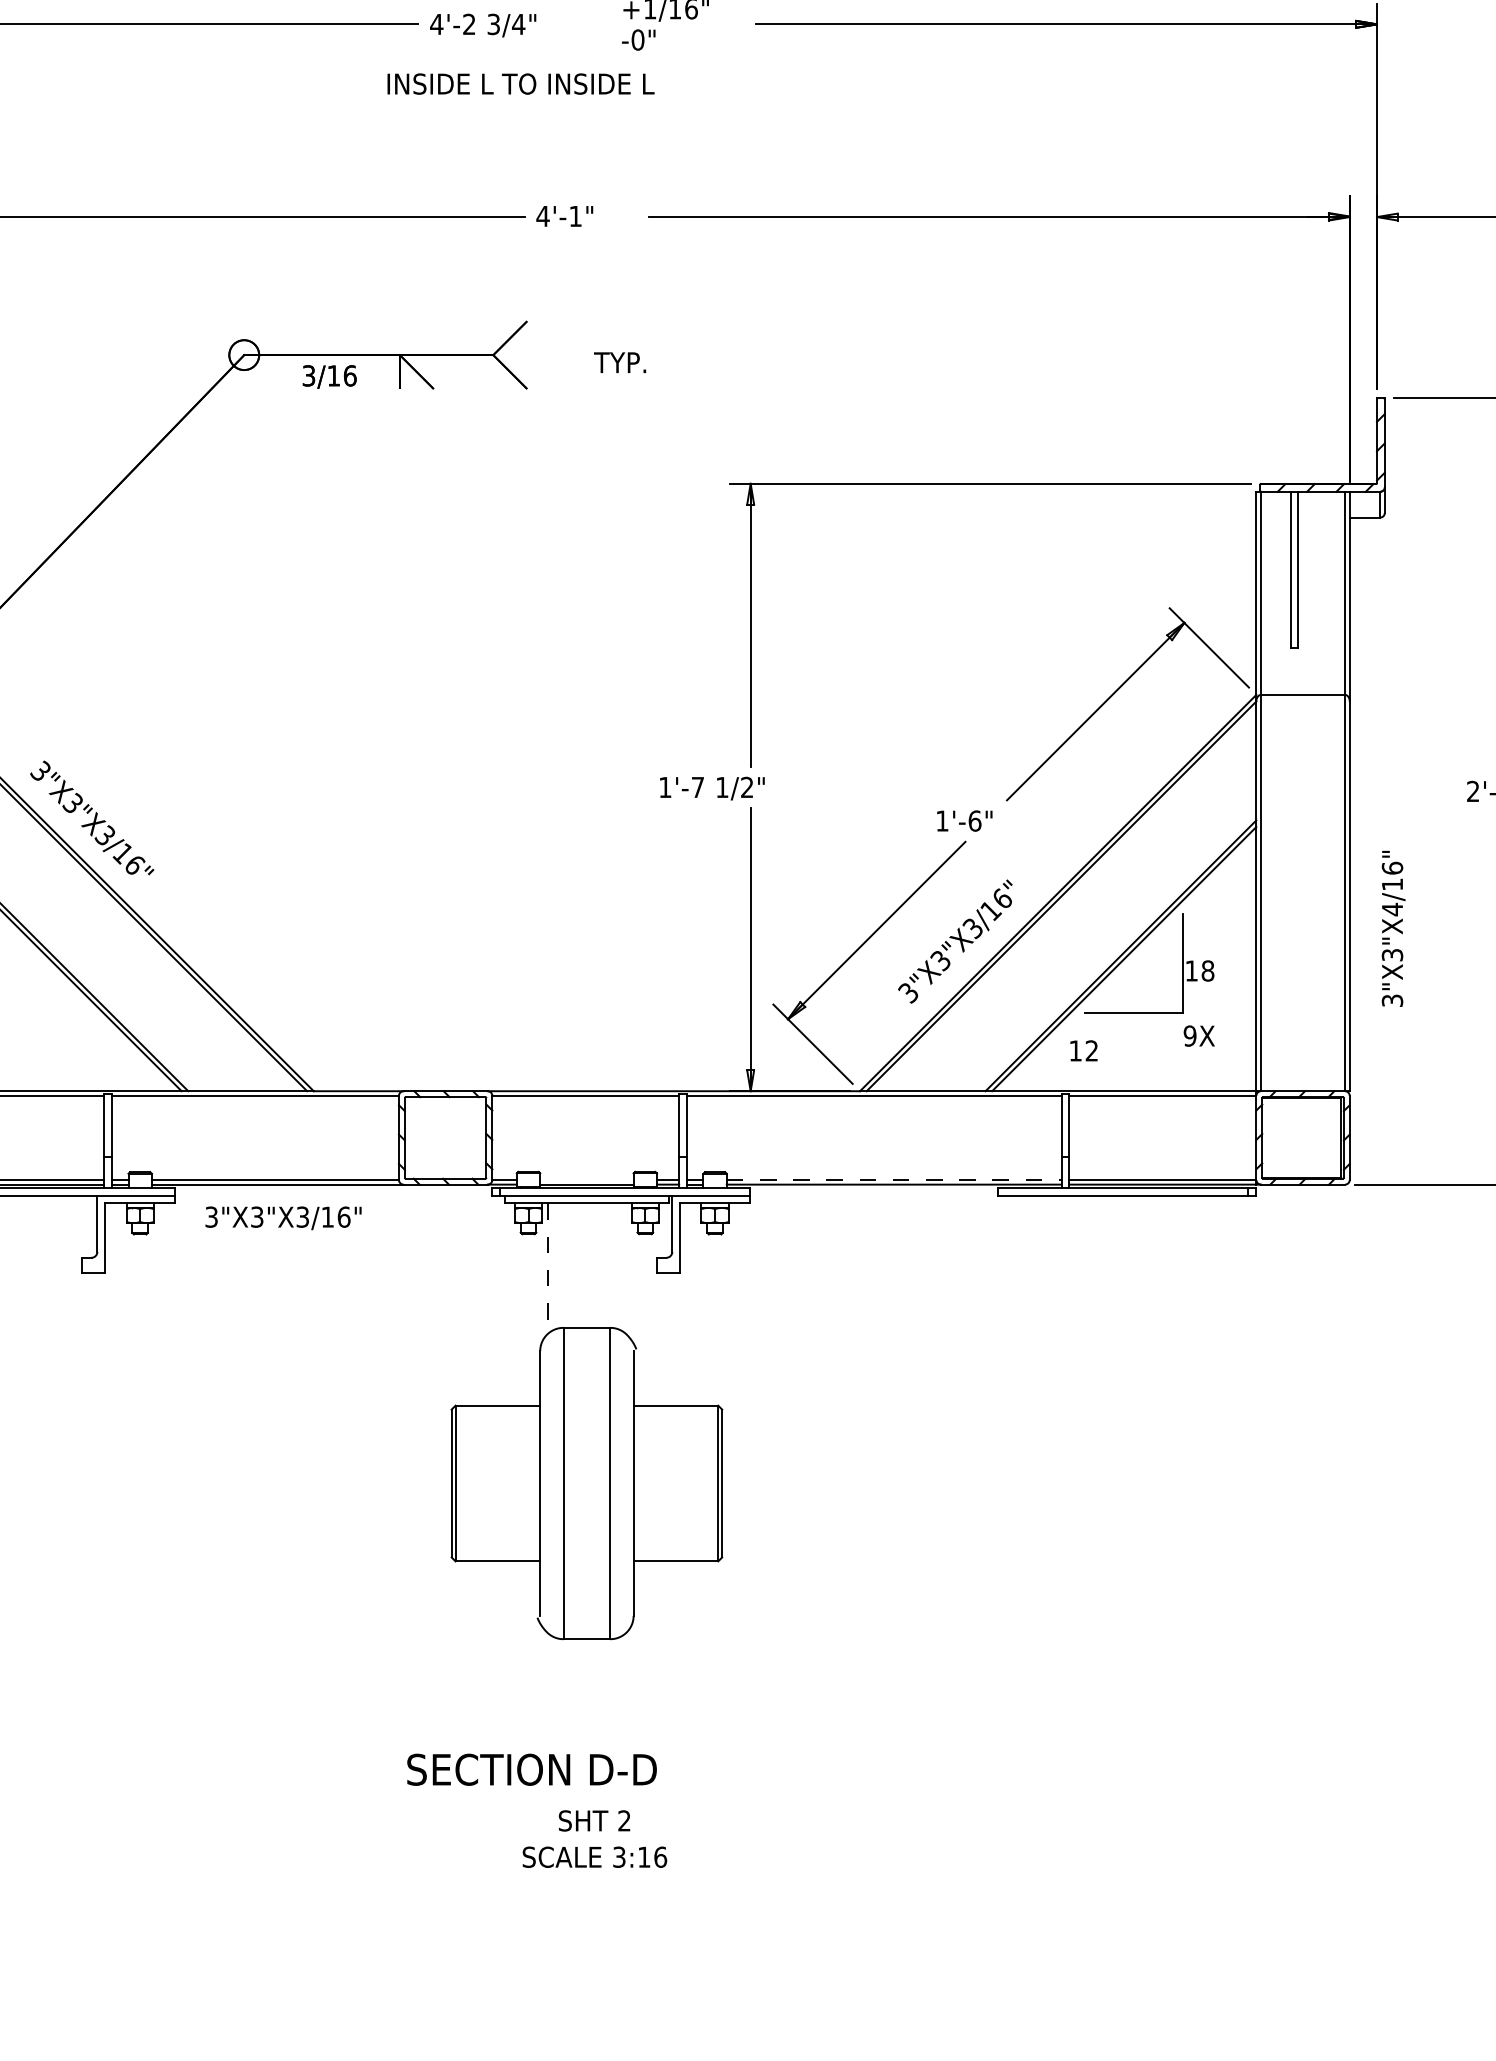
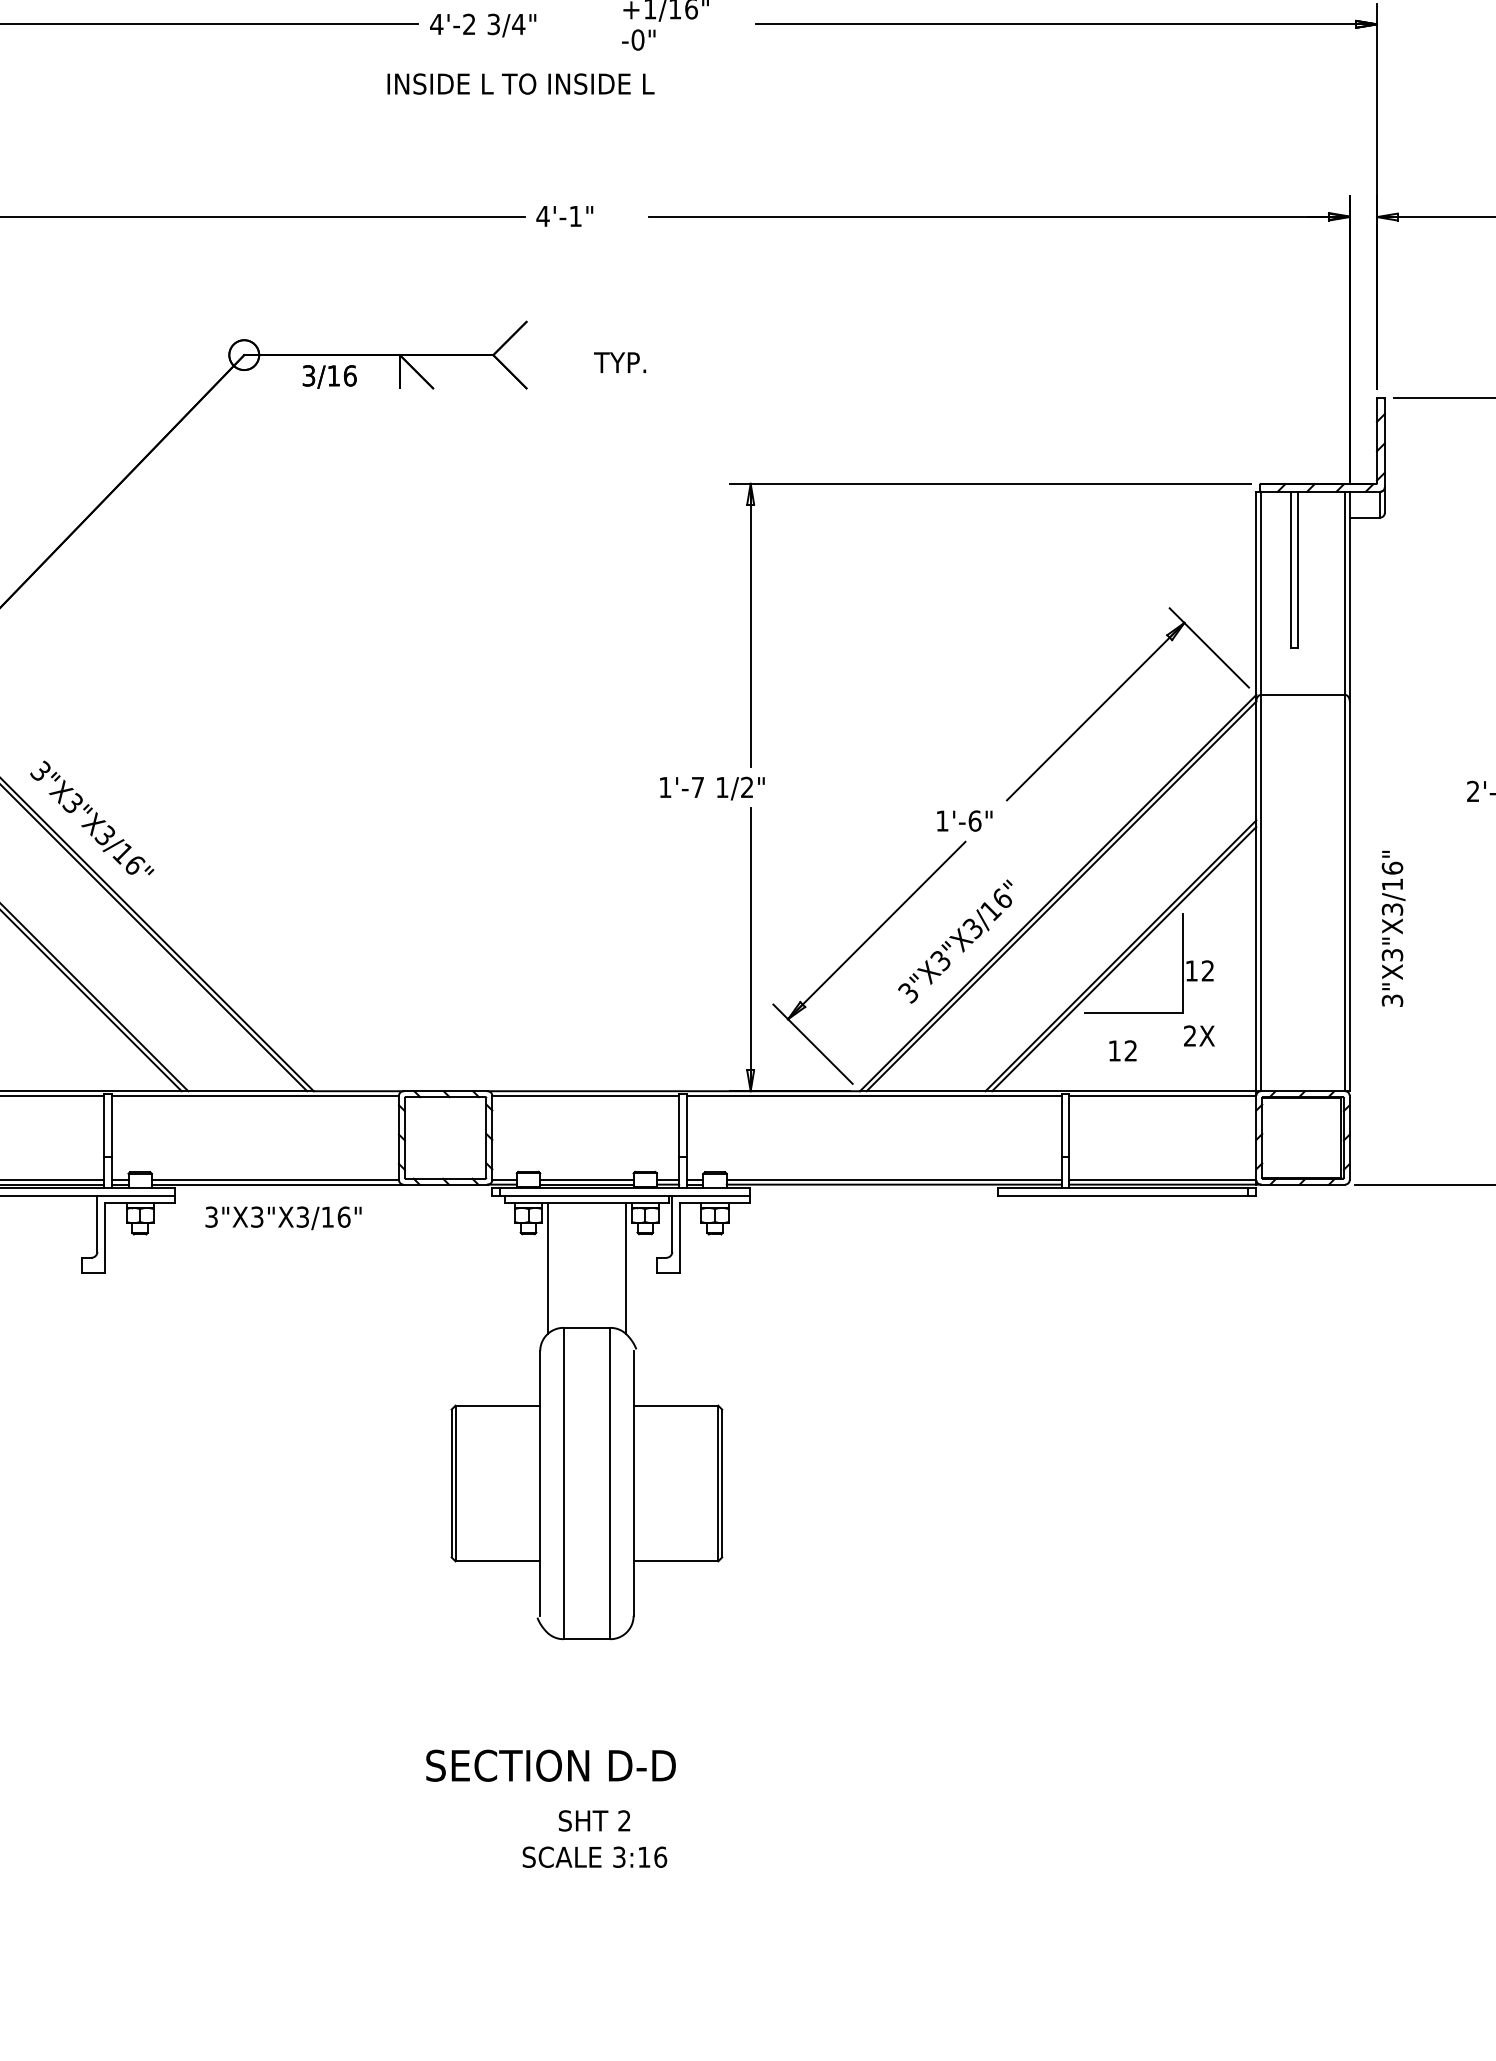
text at (1392, 909): 3"X3"X4/16" -> 3"X3"X3/16"
text at (1207, 970): 18 -> 12
text at (1189, 1035): 9X -> 2X
text at (1083, 1050) position: (1083, 1050) -> (1122, 1050)
line at (586, 1179): none -> present
line at (894, 1179): dashed -> solid
line at (625, 1268): none -> present
line at (548, 1269): dashed -> solid
text at (531, 1769) position: (531, 1769) -> (550, 1765)
